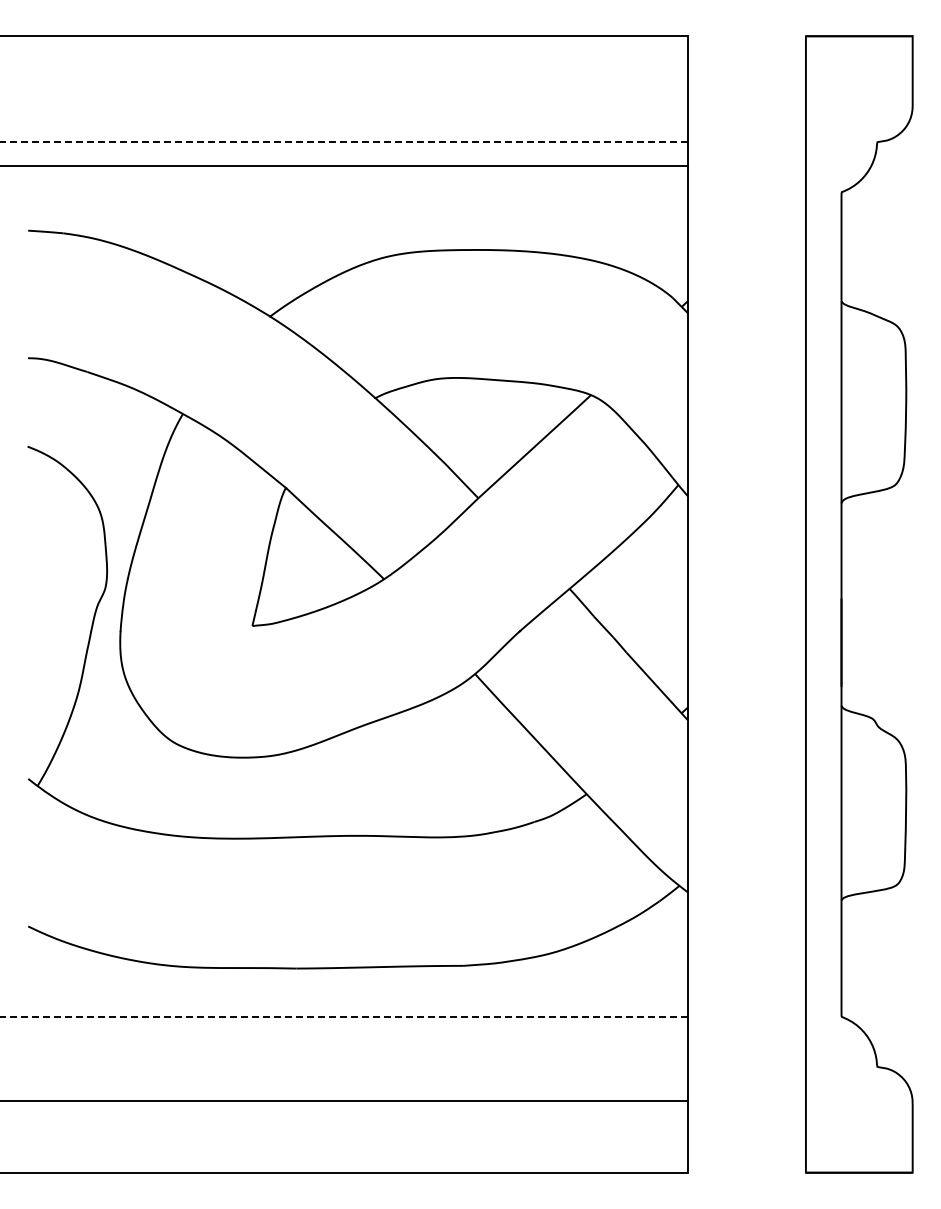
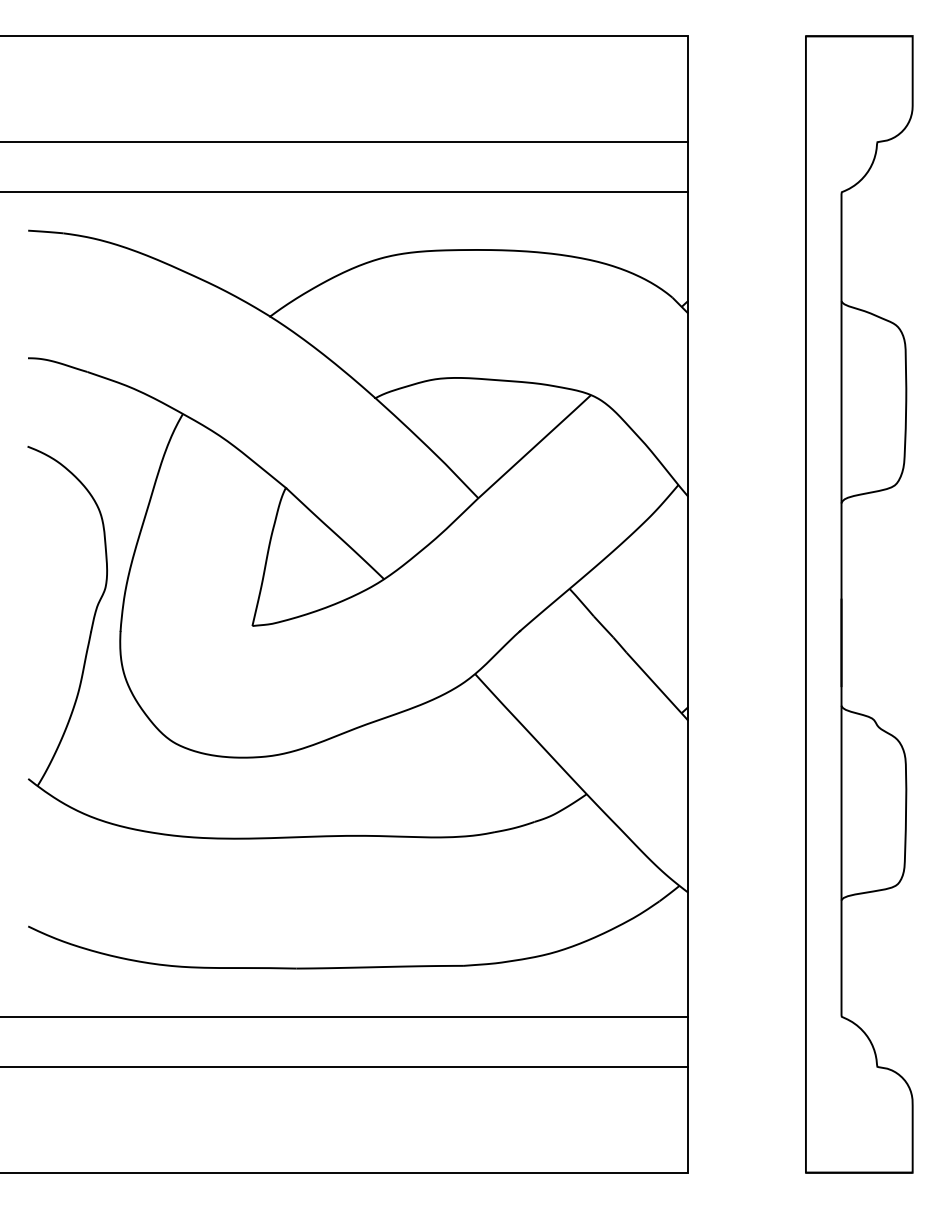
line at (344, 141): dashed -> solid
line at (345, 165) position: (345, 165) -> (345, 191)
line at (344, 1017): dashed -> solid
line at (345, 1101) position: (345, 1101) -> (345, 1067)
